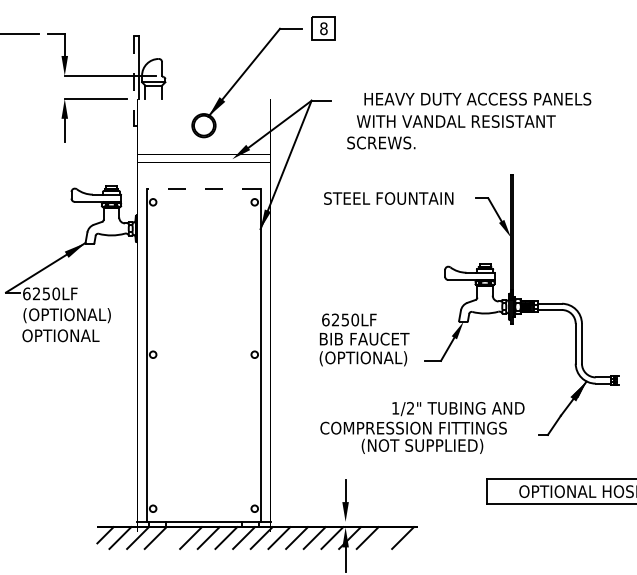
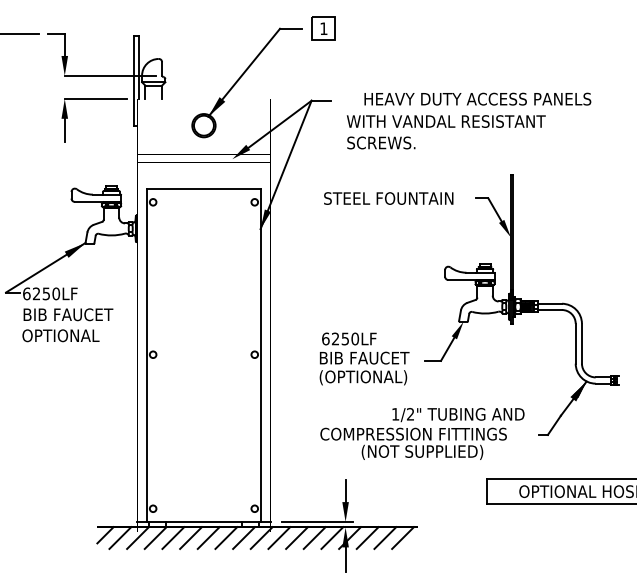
text at (323, 28): 8 -> 1
line at (133, 81): dashed -> solid
text at (455, 121) position: (455, 121) -> (445, 121)
line at (203, 188): dashed -> solid
text at (68, 315): (OPTIONAL) -> BIB FAUCET
text at (364, 339) position: (364, 339) -> (364, 358)
text at (422, 427) position: (422, 427) -> (422, 433)
line at (317, 522): none -> present
line at (173, 537): none -> present
line at (385, 537): none -> present
